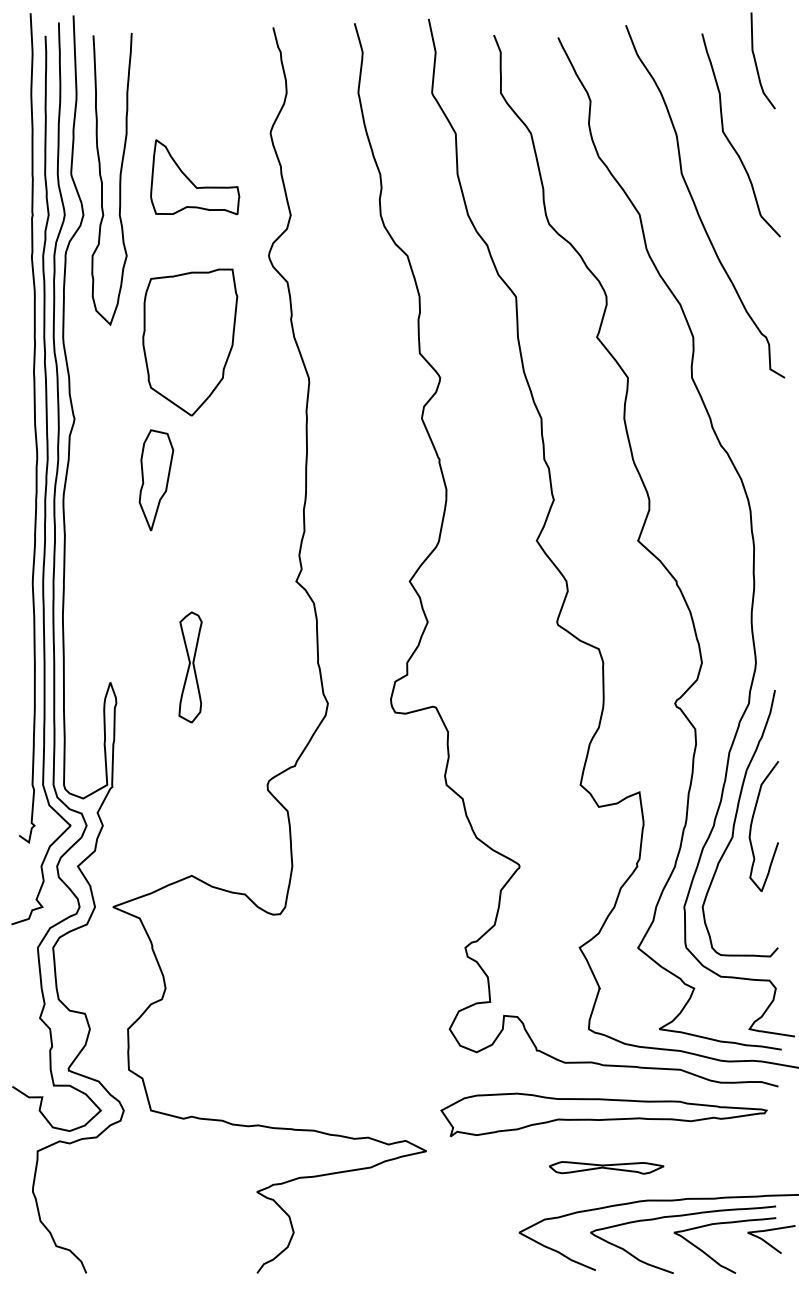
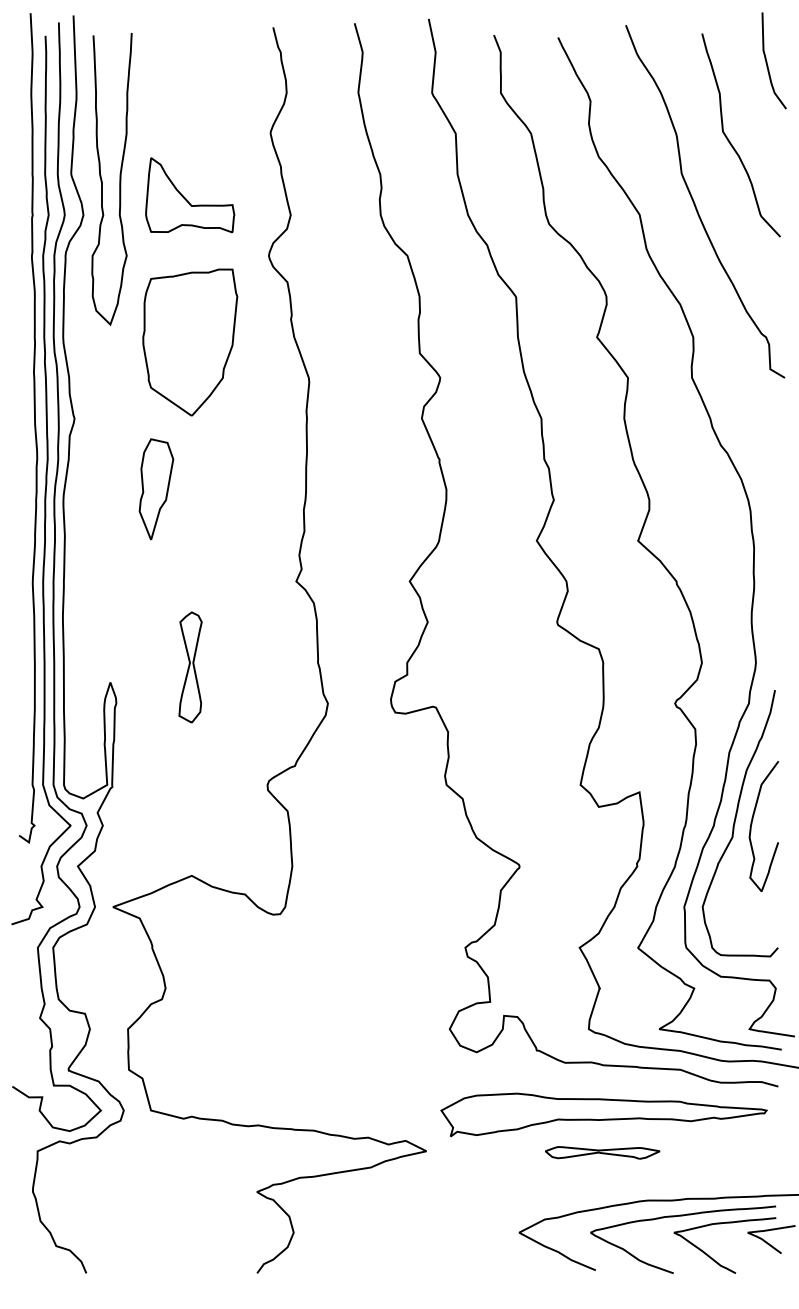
curve at (756, 61) position: (756, 61) -> (767, 61)
part at (195, 177) position: (195, 177) -> (190, 195)
part at (156, 480) position: (156, 480) -> (156, 489)
part at (606, 1167) position: (606, 1167) -> (602, 1152)
